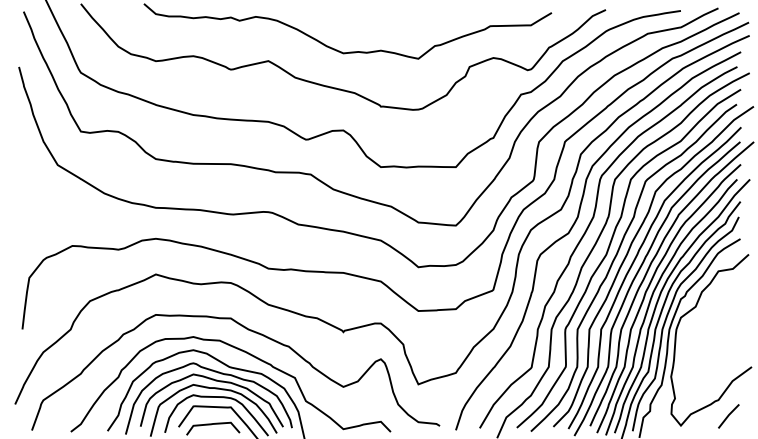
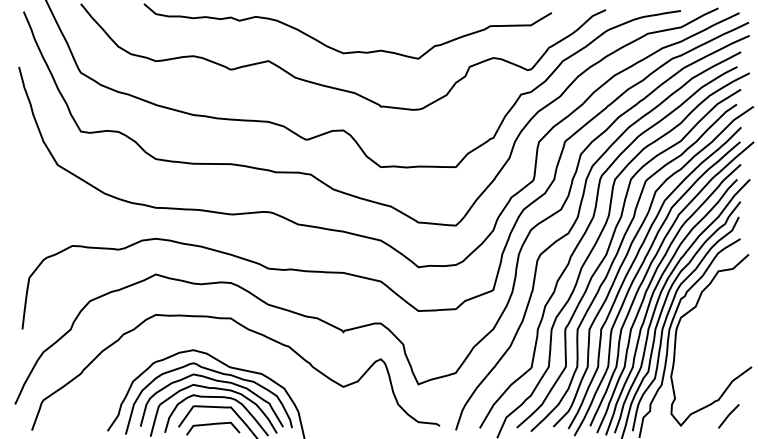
curve at (241, 351): present -> none
